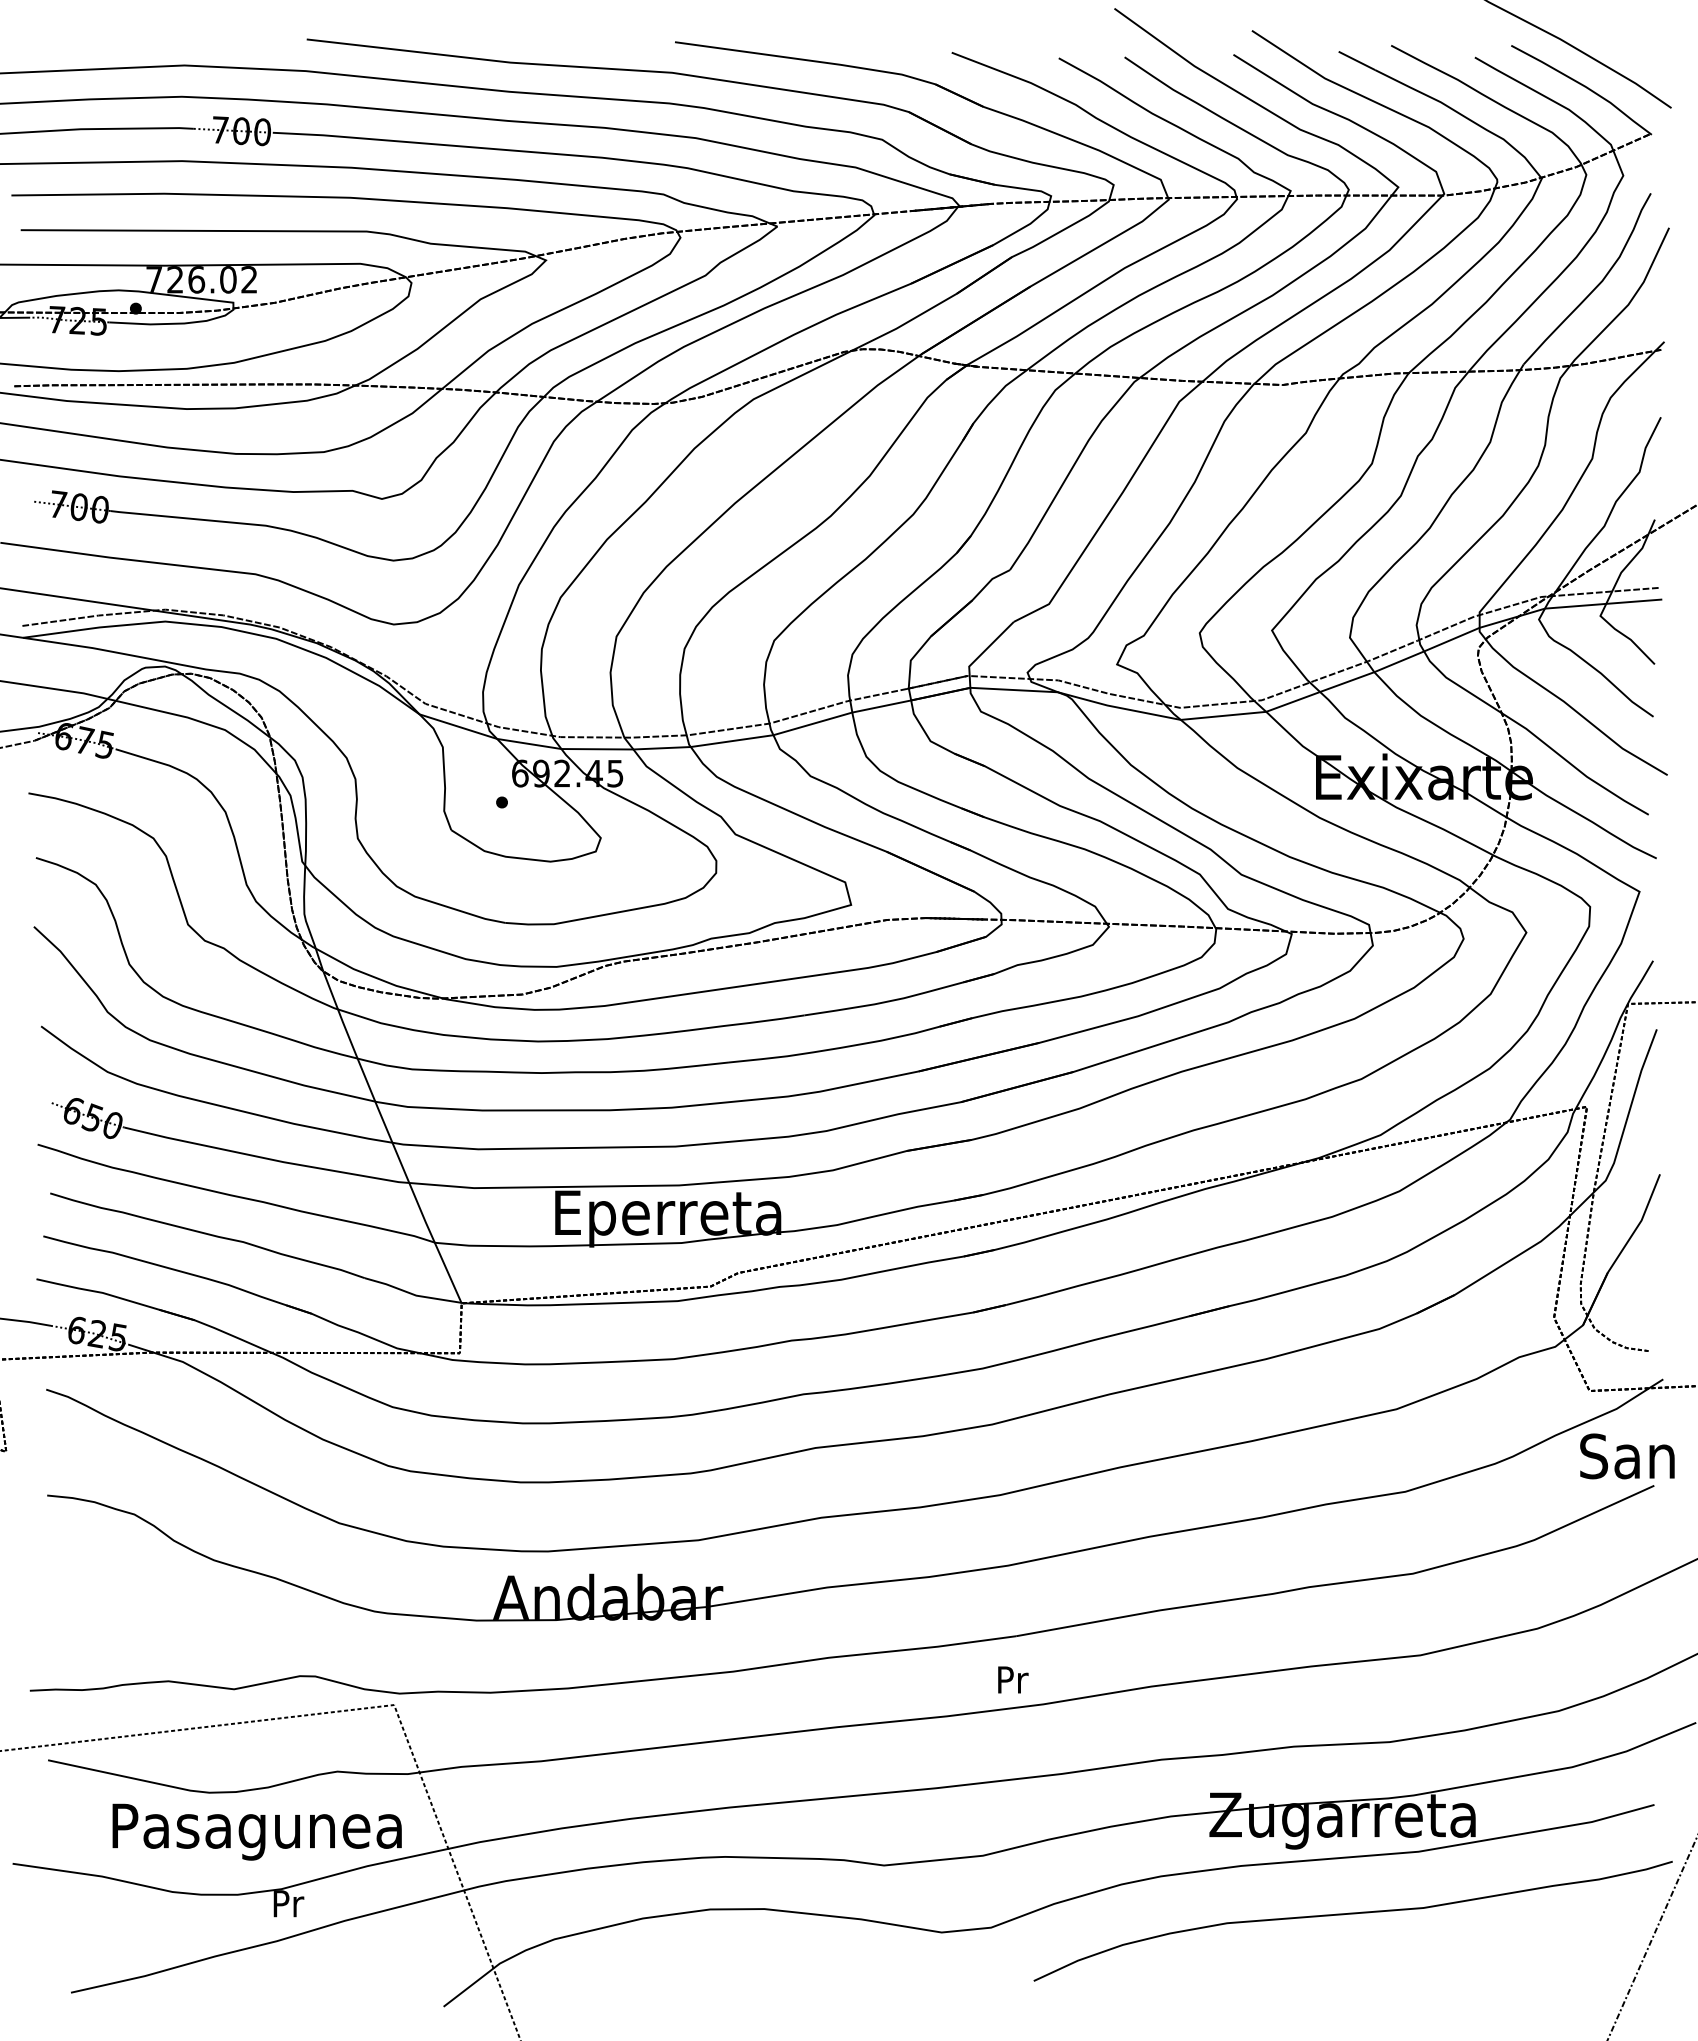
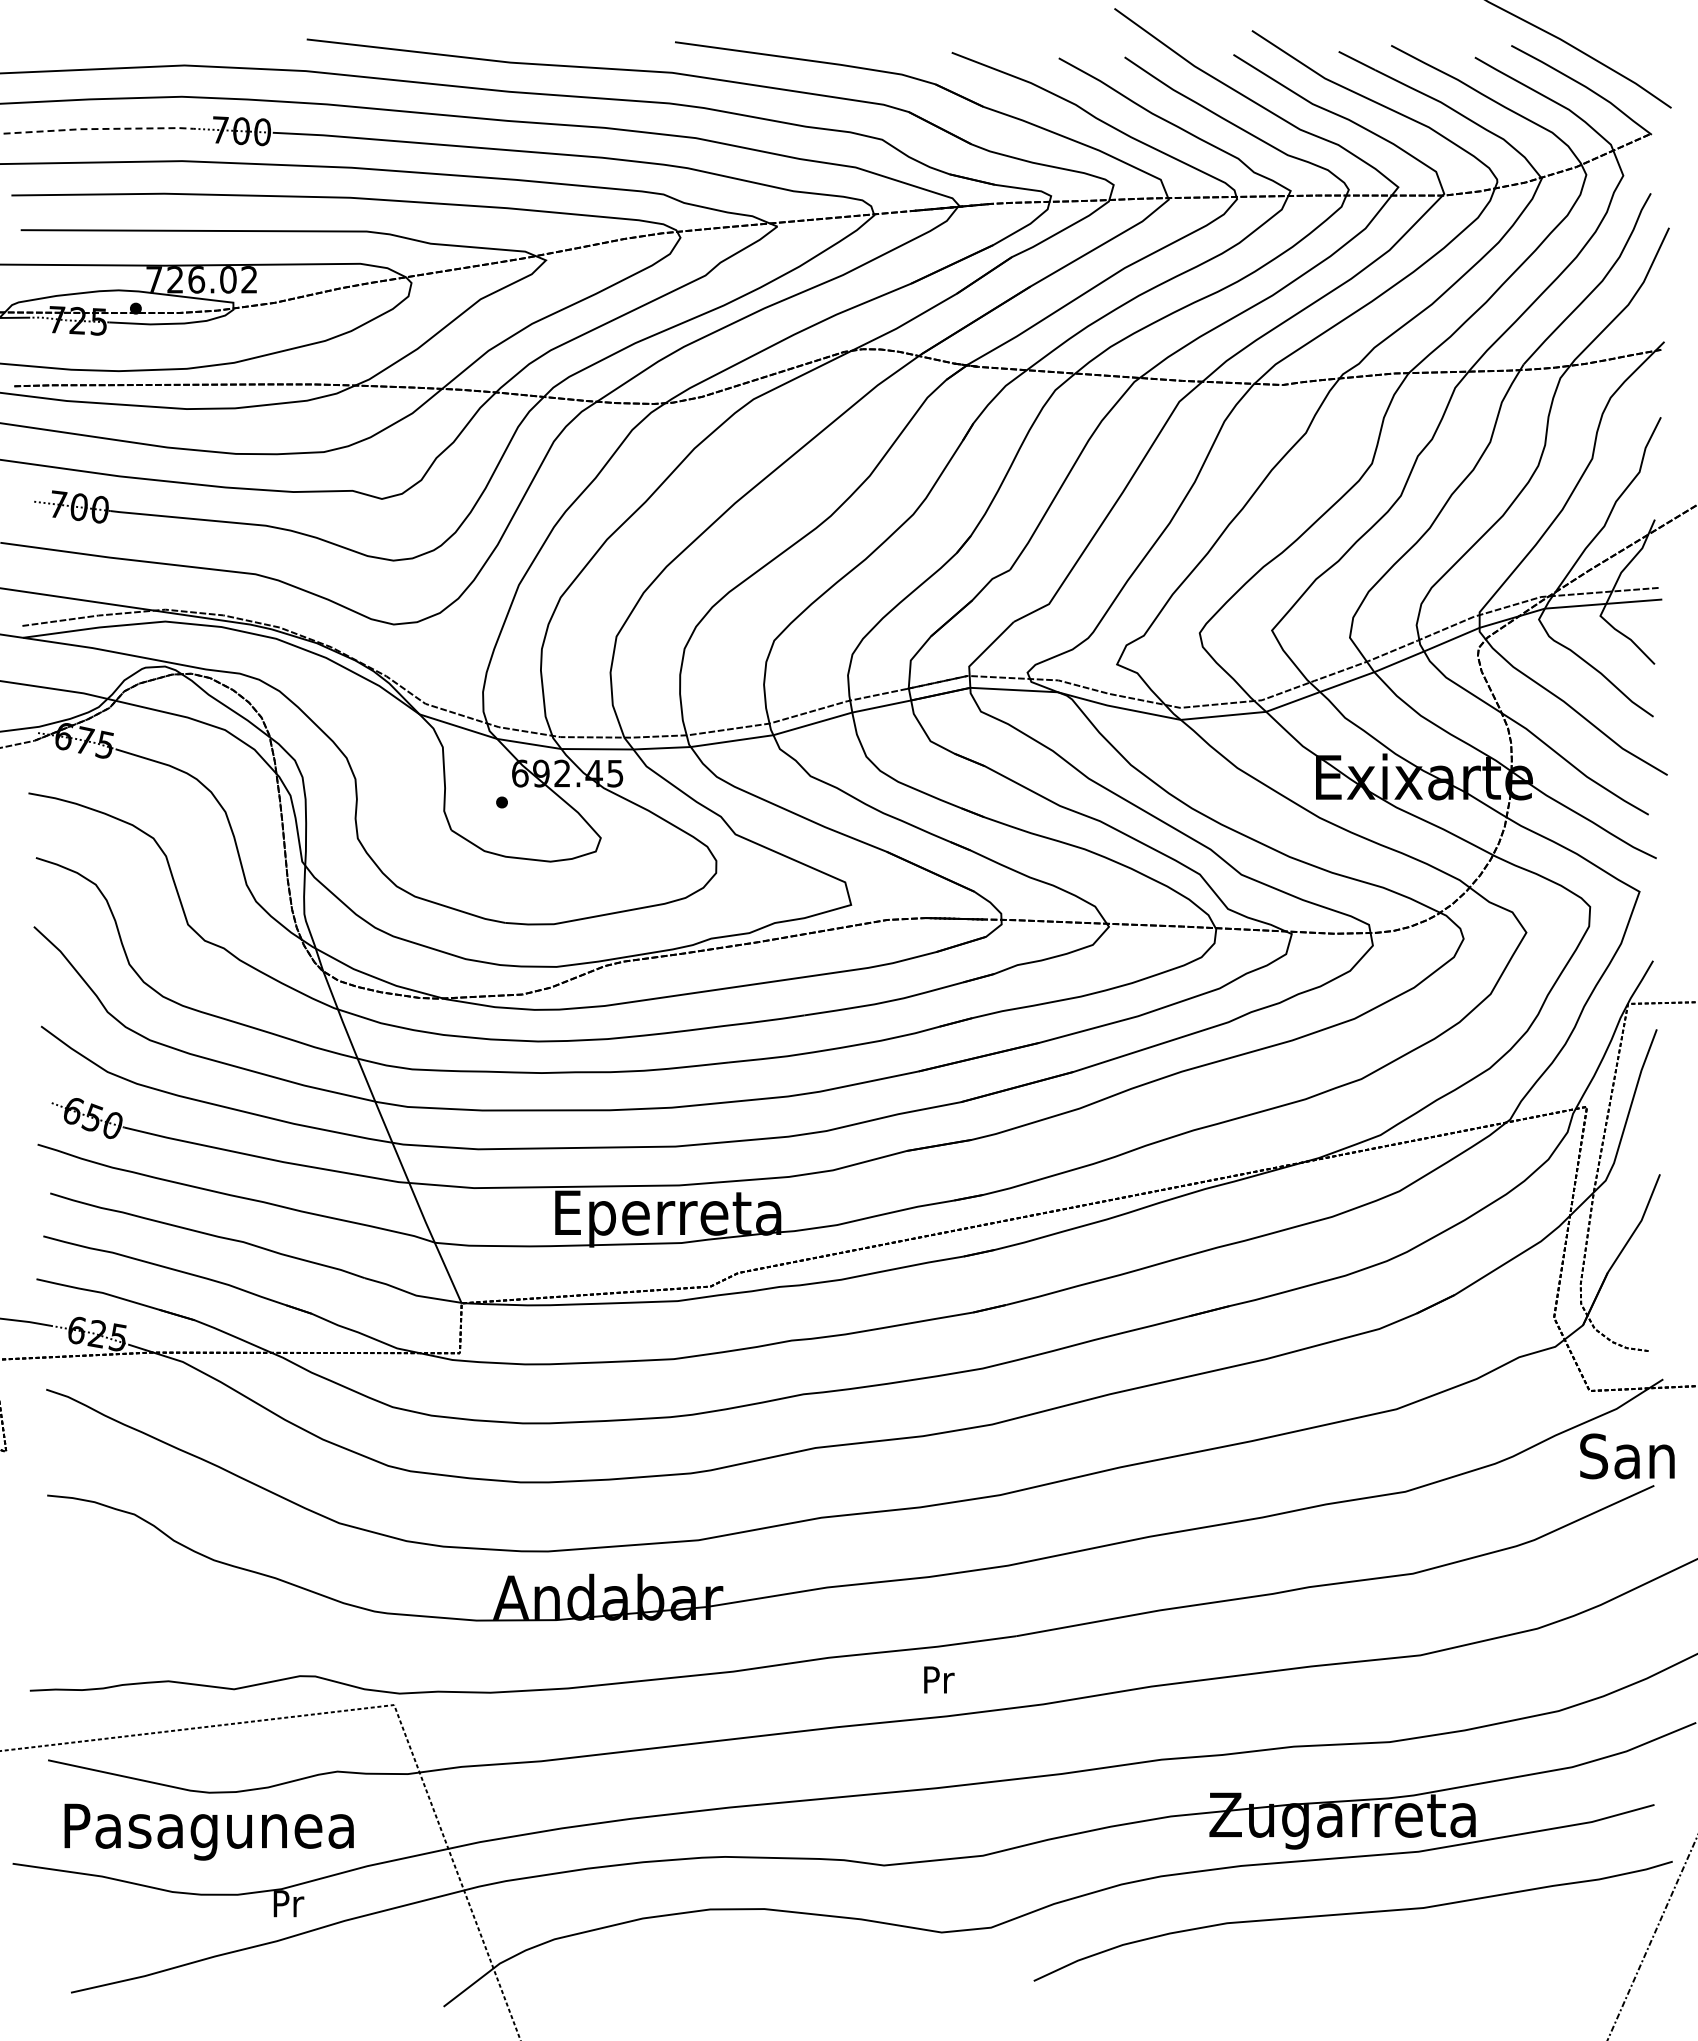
line at (97, 129): solid -> dashed
text at (1013, 1679) position: (1013, 1679) -> (939, 1679)
text at (256, 1831) position: (256, 1831) -> (208, 1831)
